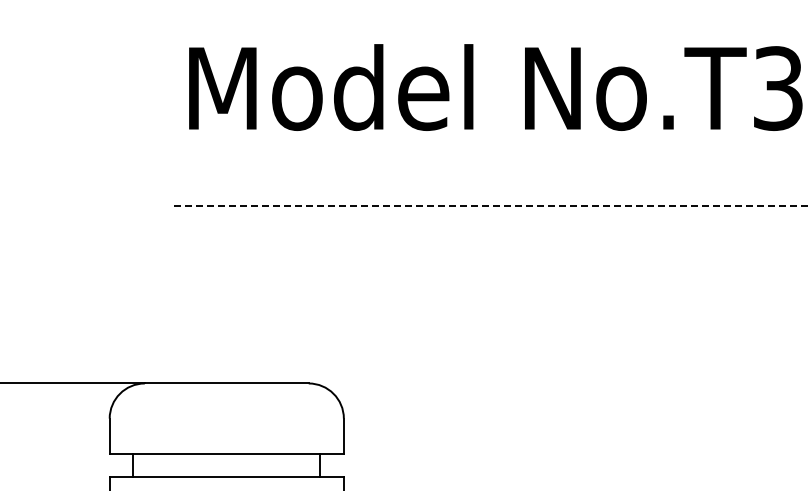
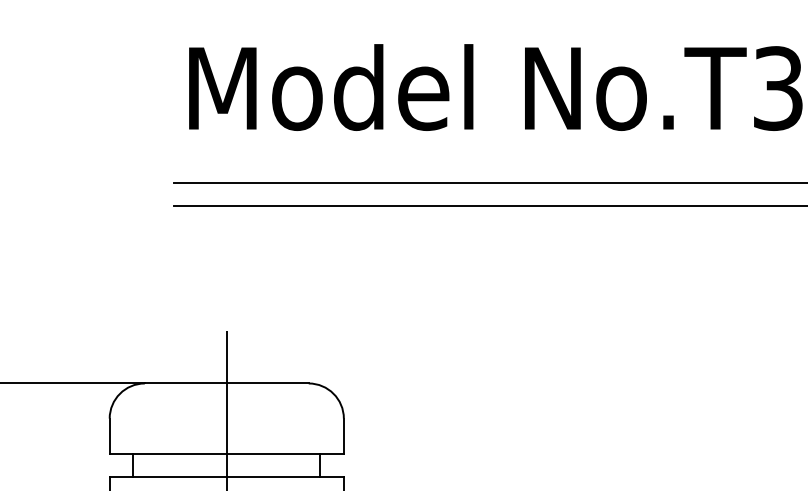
line at (488, 183): none -> present
line at (490, 206): dashed -> solid
line at (226, 408): none -> present
